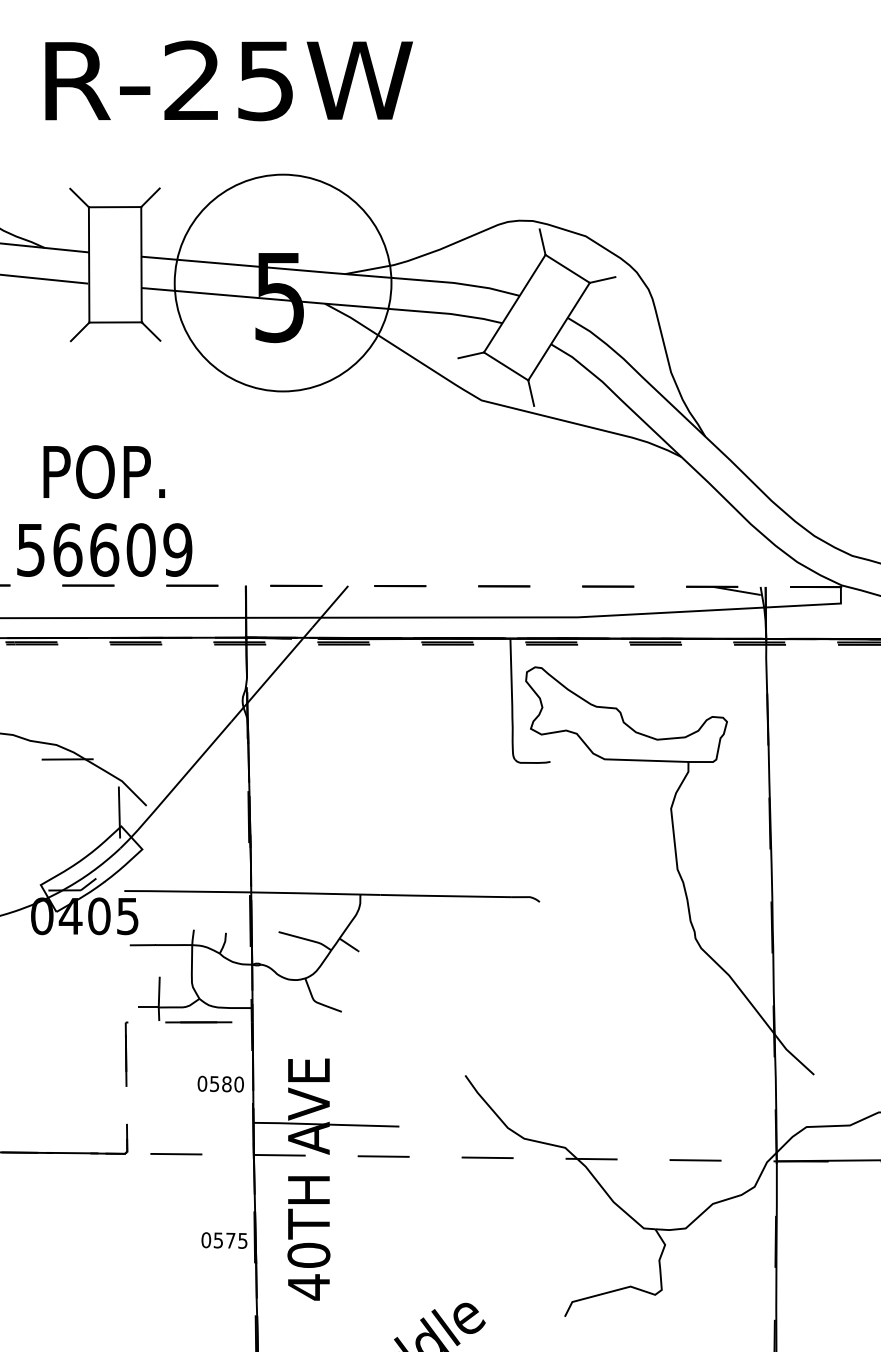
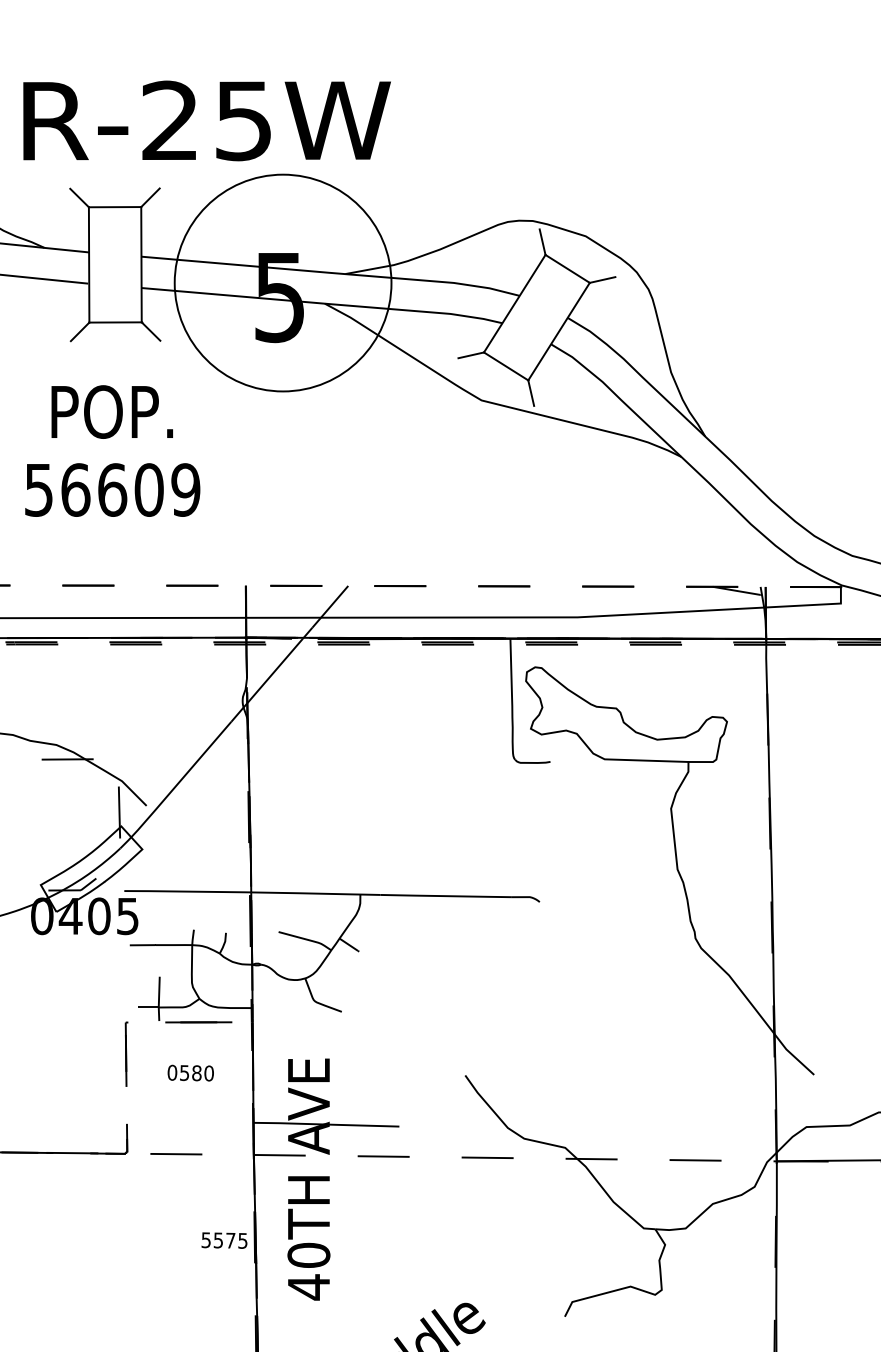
text at (228, 80) position: (228, 80) -> (206, 120)
text at (104, 510) position: (104, 510) -> (112, 450)
text at (220, 1083) position: (220, 1083) -> (190, 1072)
text at (206, 1240): 0575 -> 5575
